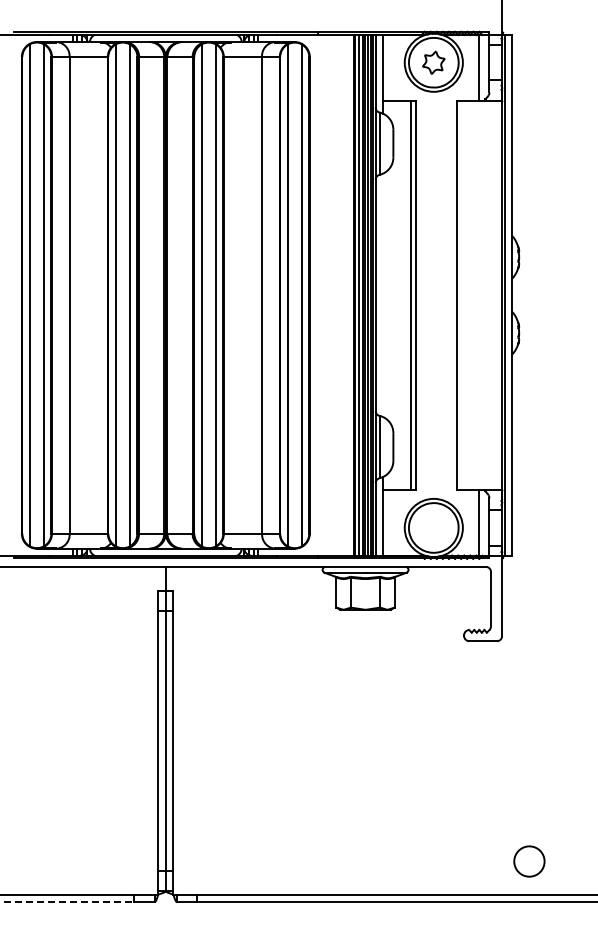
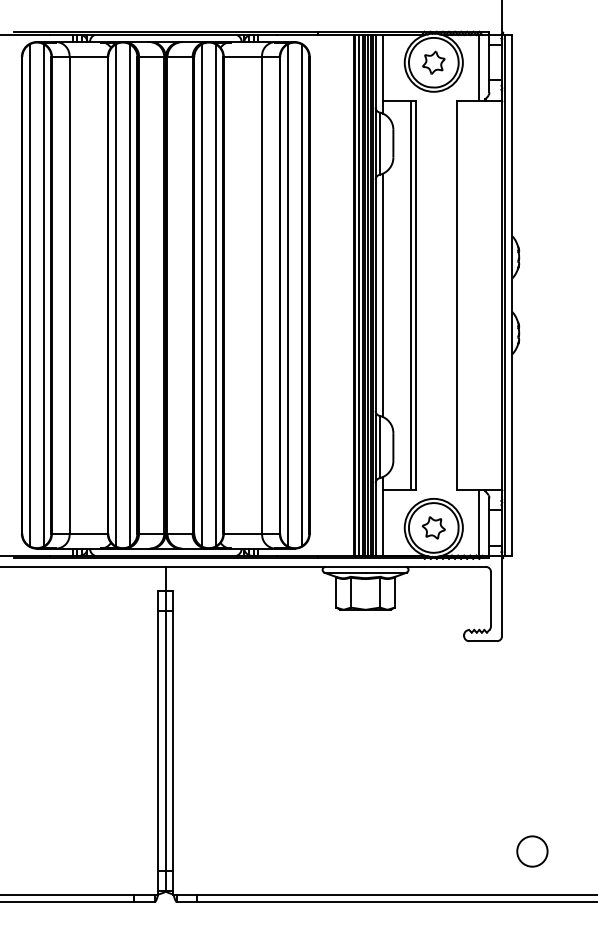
line at (383, 295): none -> present
part at (433, 527): none -> present
circle at (529, 861) position: (529, 861) -> (532, 851)
line at (67, 902): dashed -> solid
